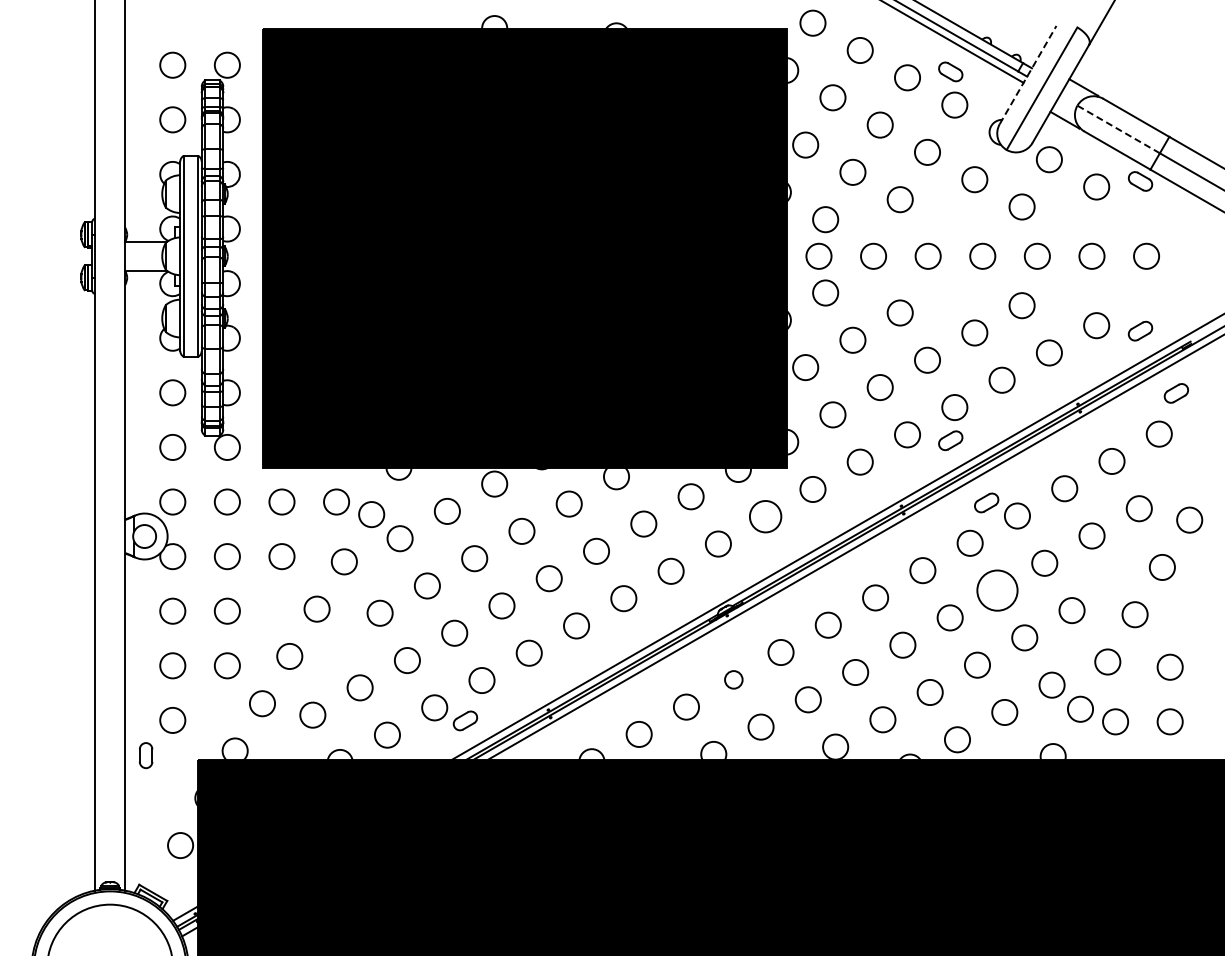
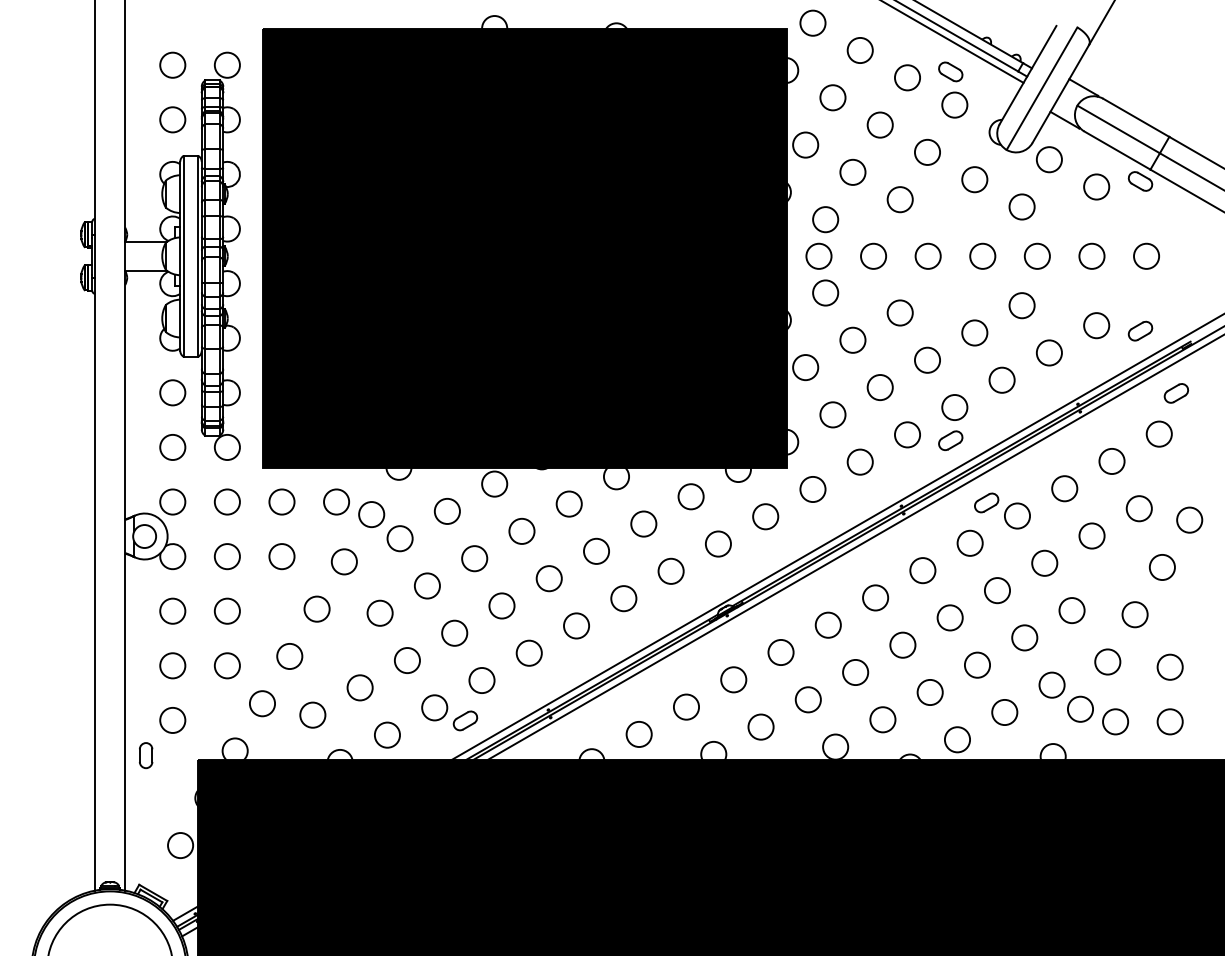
line at (1028, 75): dashed -> solid
line at (1118, 129): dashed -> solid
circle at (765, 516) size: 34x34 px -> 28x28 px
circle at (997, 590) diameter: 40 px -> 25 px
circle at (733, 679) size: 20x20 px -> 28x28 px
